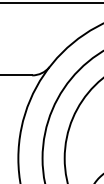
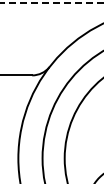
line at (52, 3): solid -> dashed
